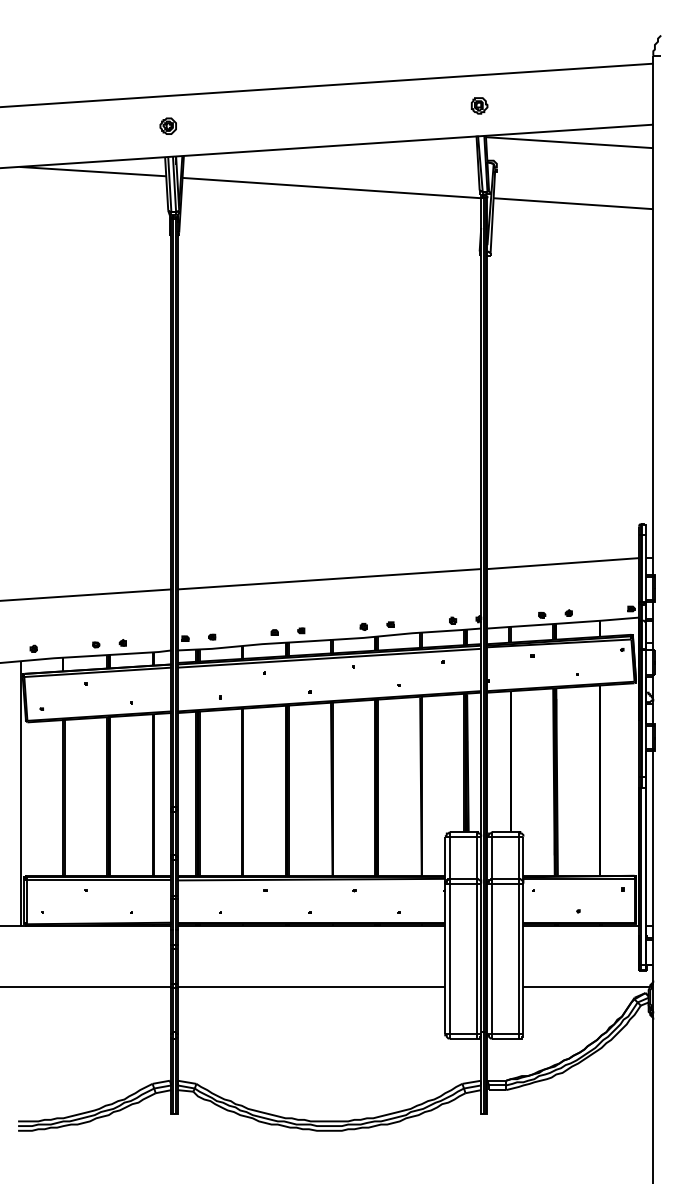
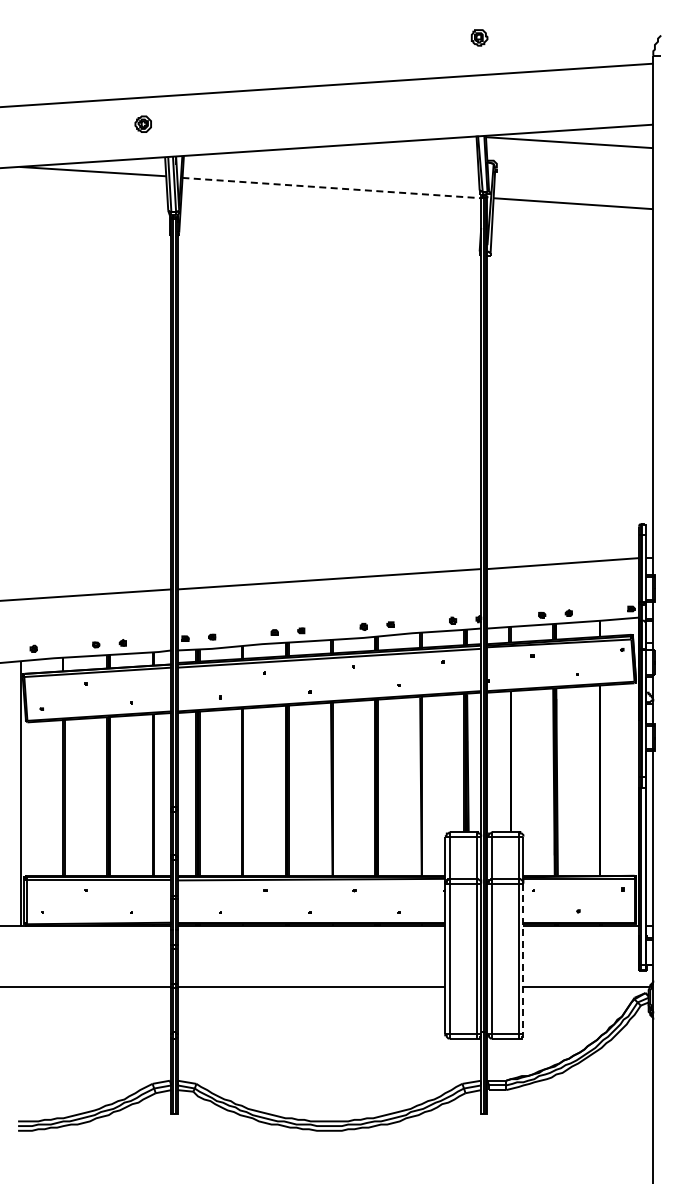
part at (479, 105) position: (479, 105) -> (479, 37)
part at (167, 125) position: (167, 125) -> (142, 123)
line at (331, 188): solid -> dashed
line at (523, 959): solid -> dashed
